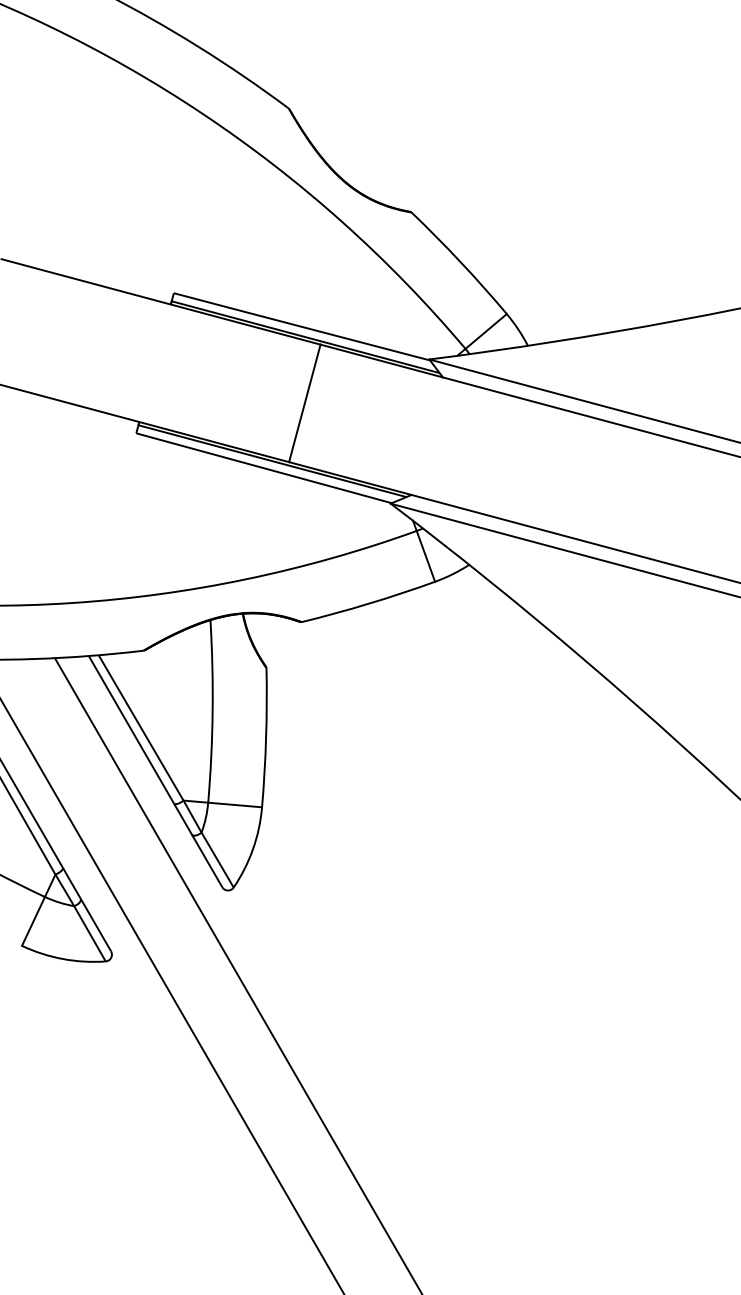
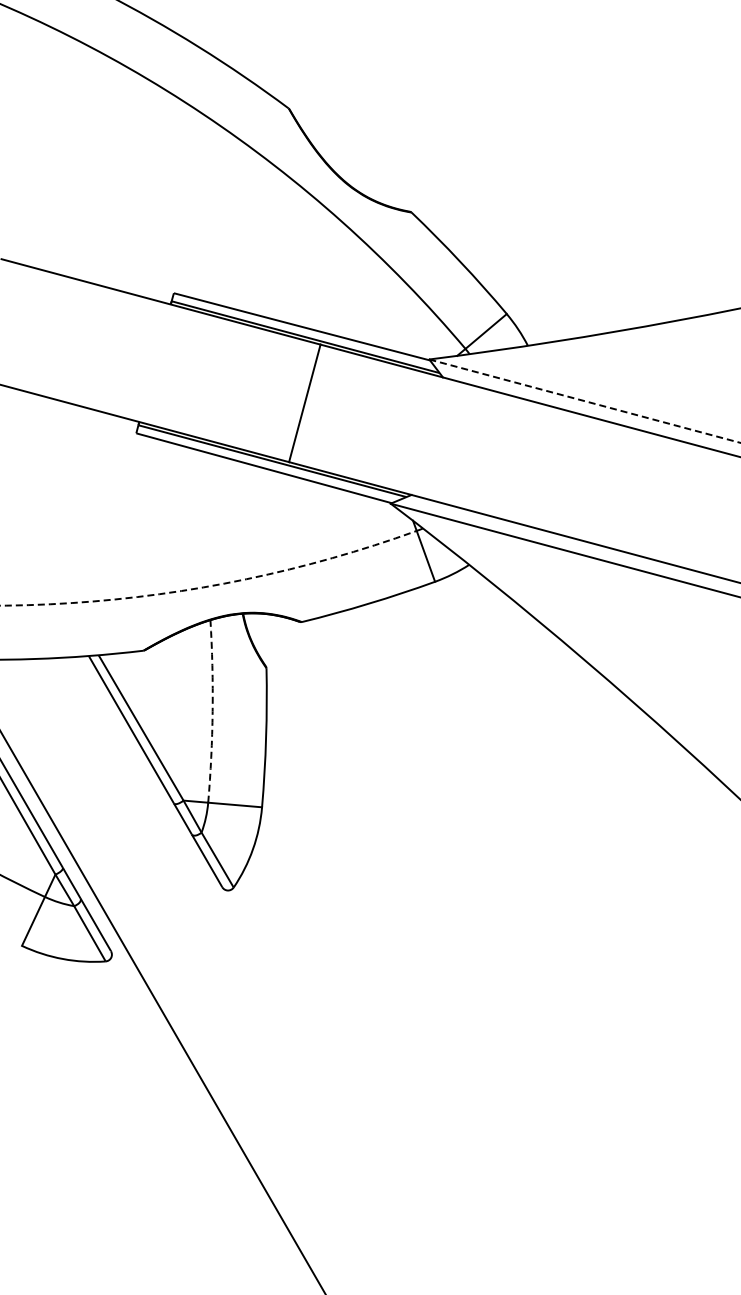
line at (584, 401): solid -> dashed
arc at (210, 586): solid -> dashed
arc at (212, 711): solid -> dashed
line at (237, 974): present -> none
line at (172, 996) position: (172, 996) -> (162, 1012)
